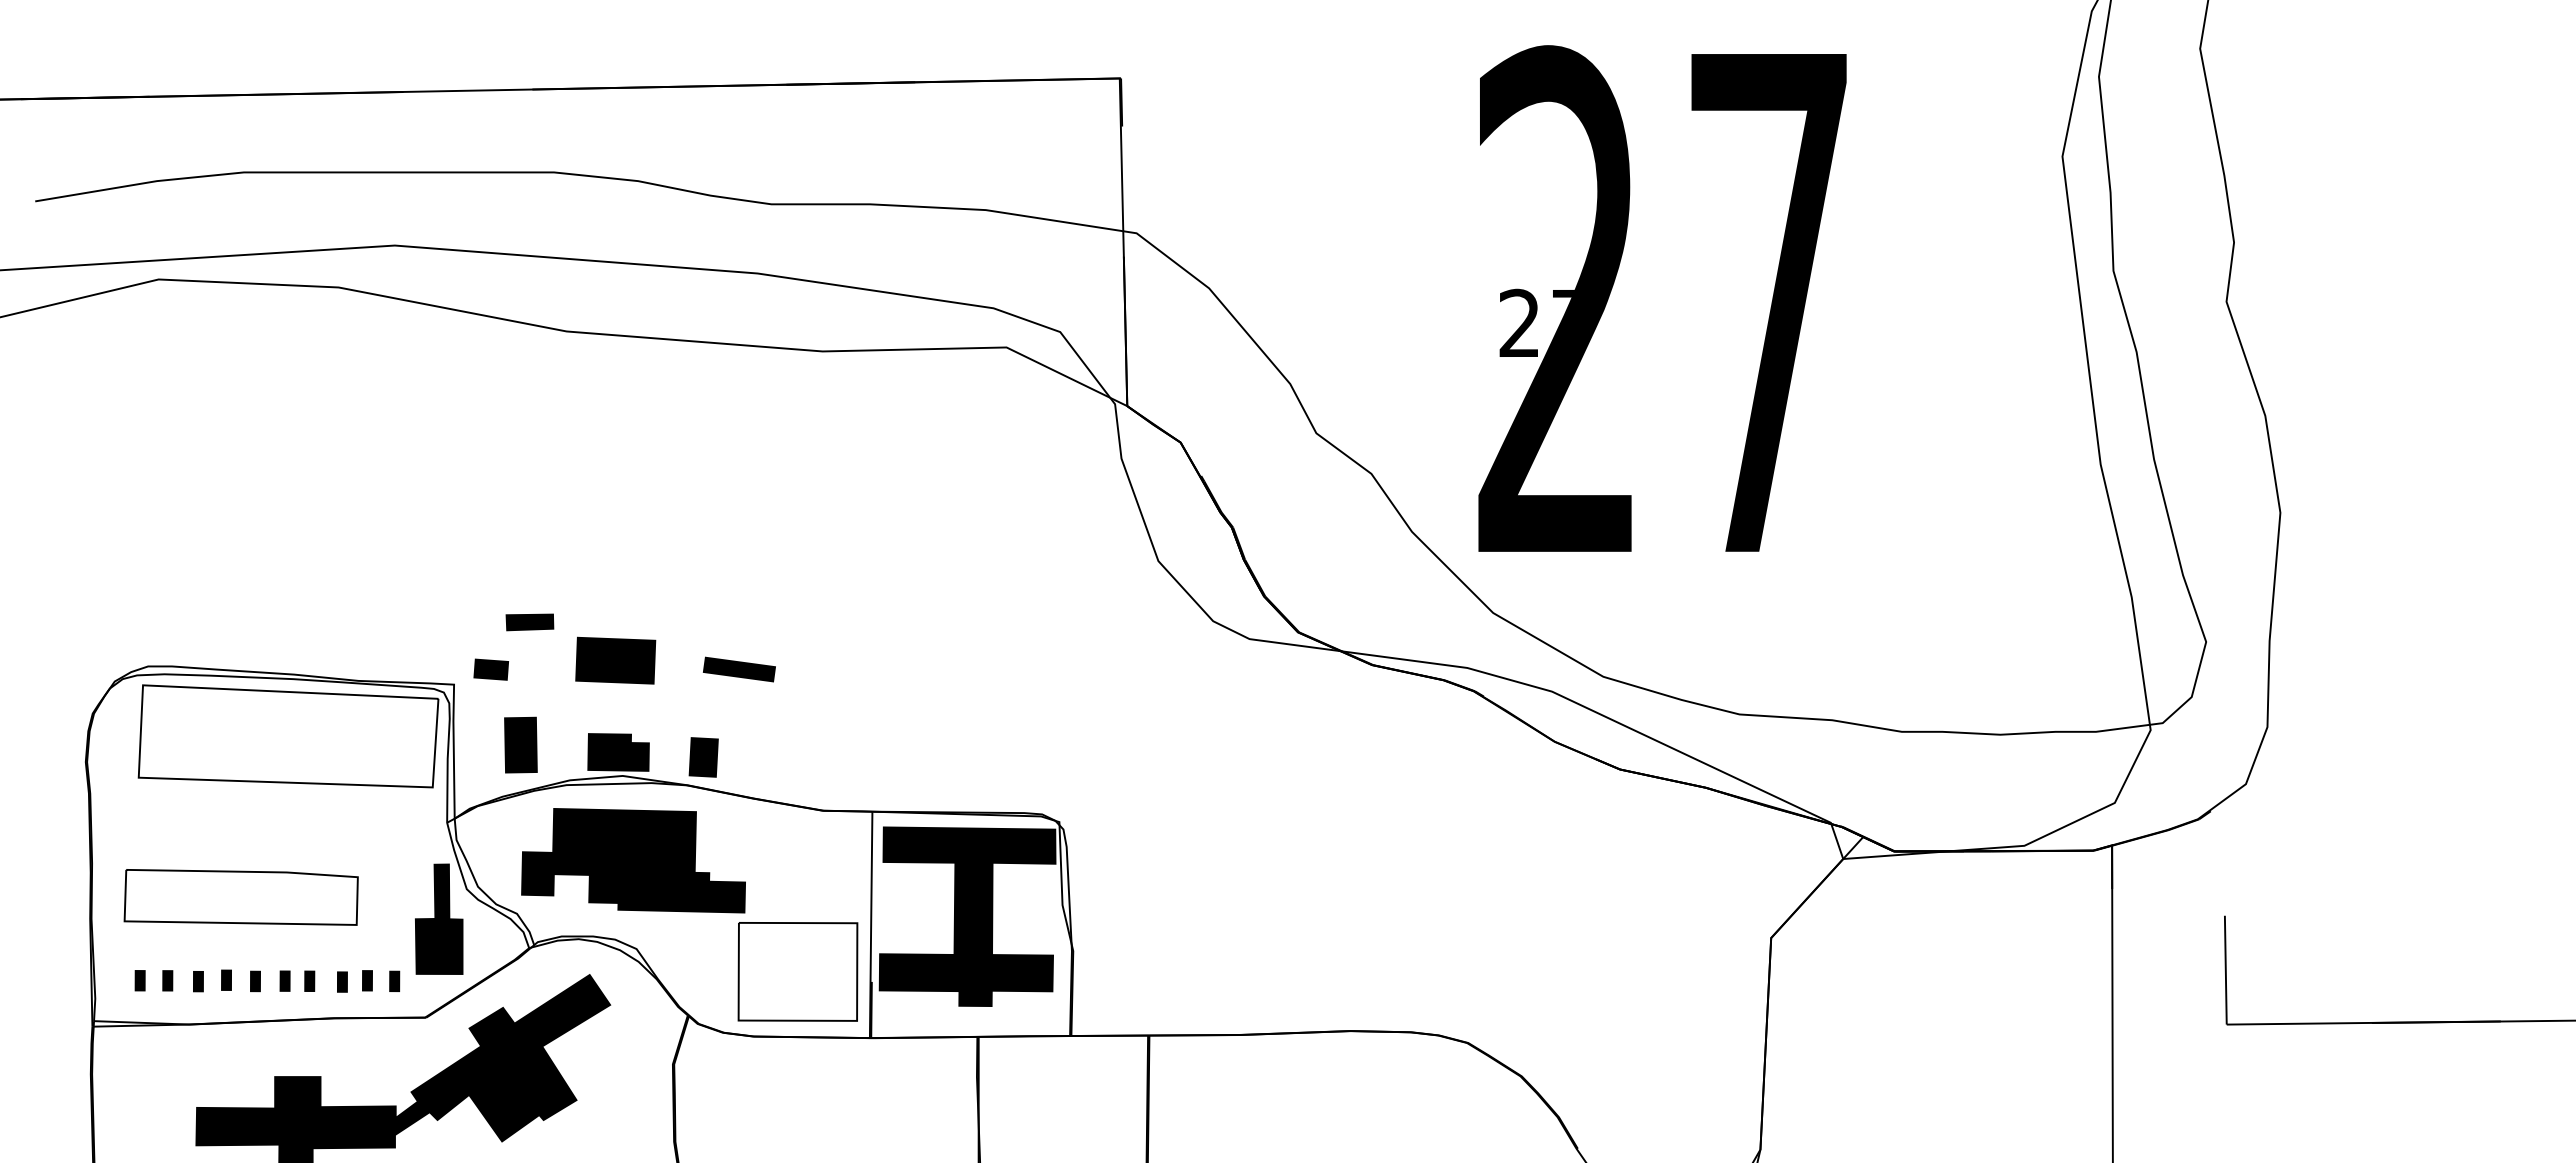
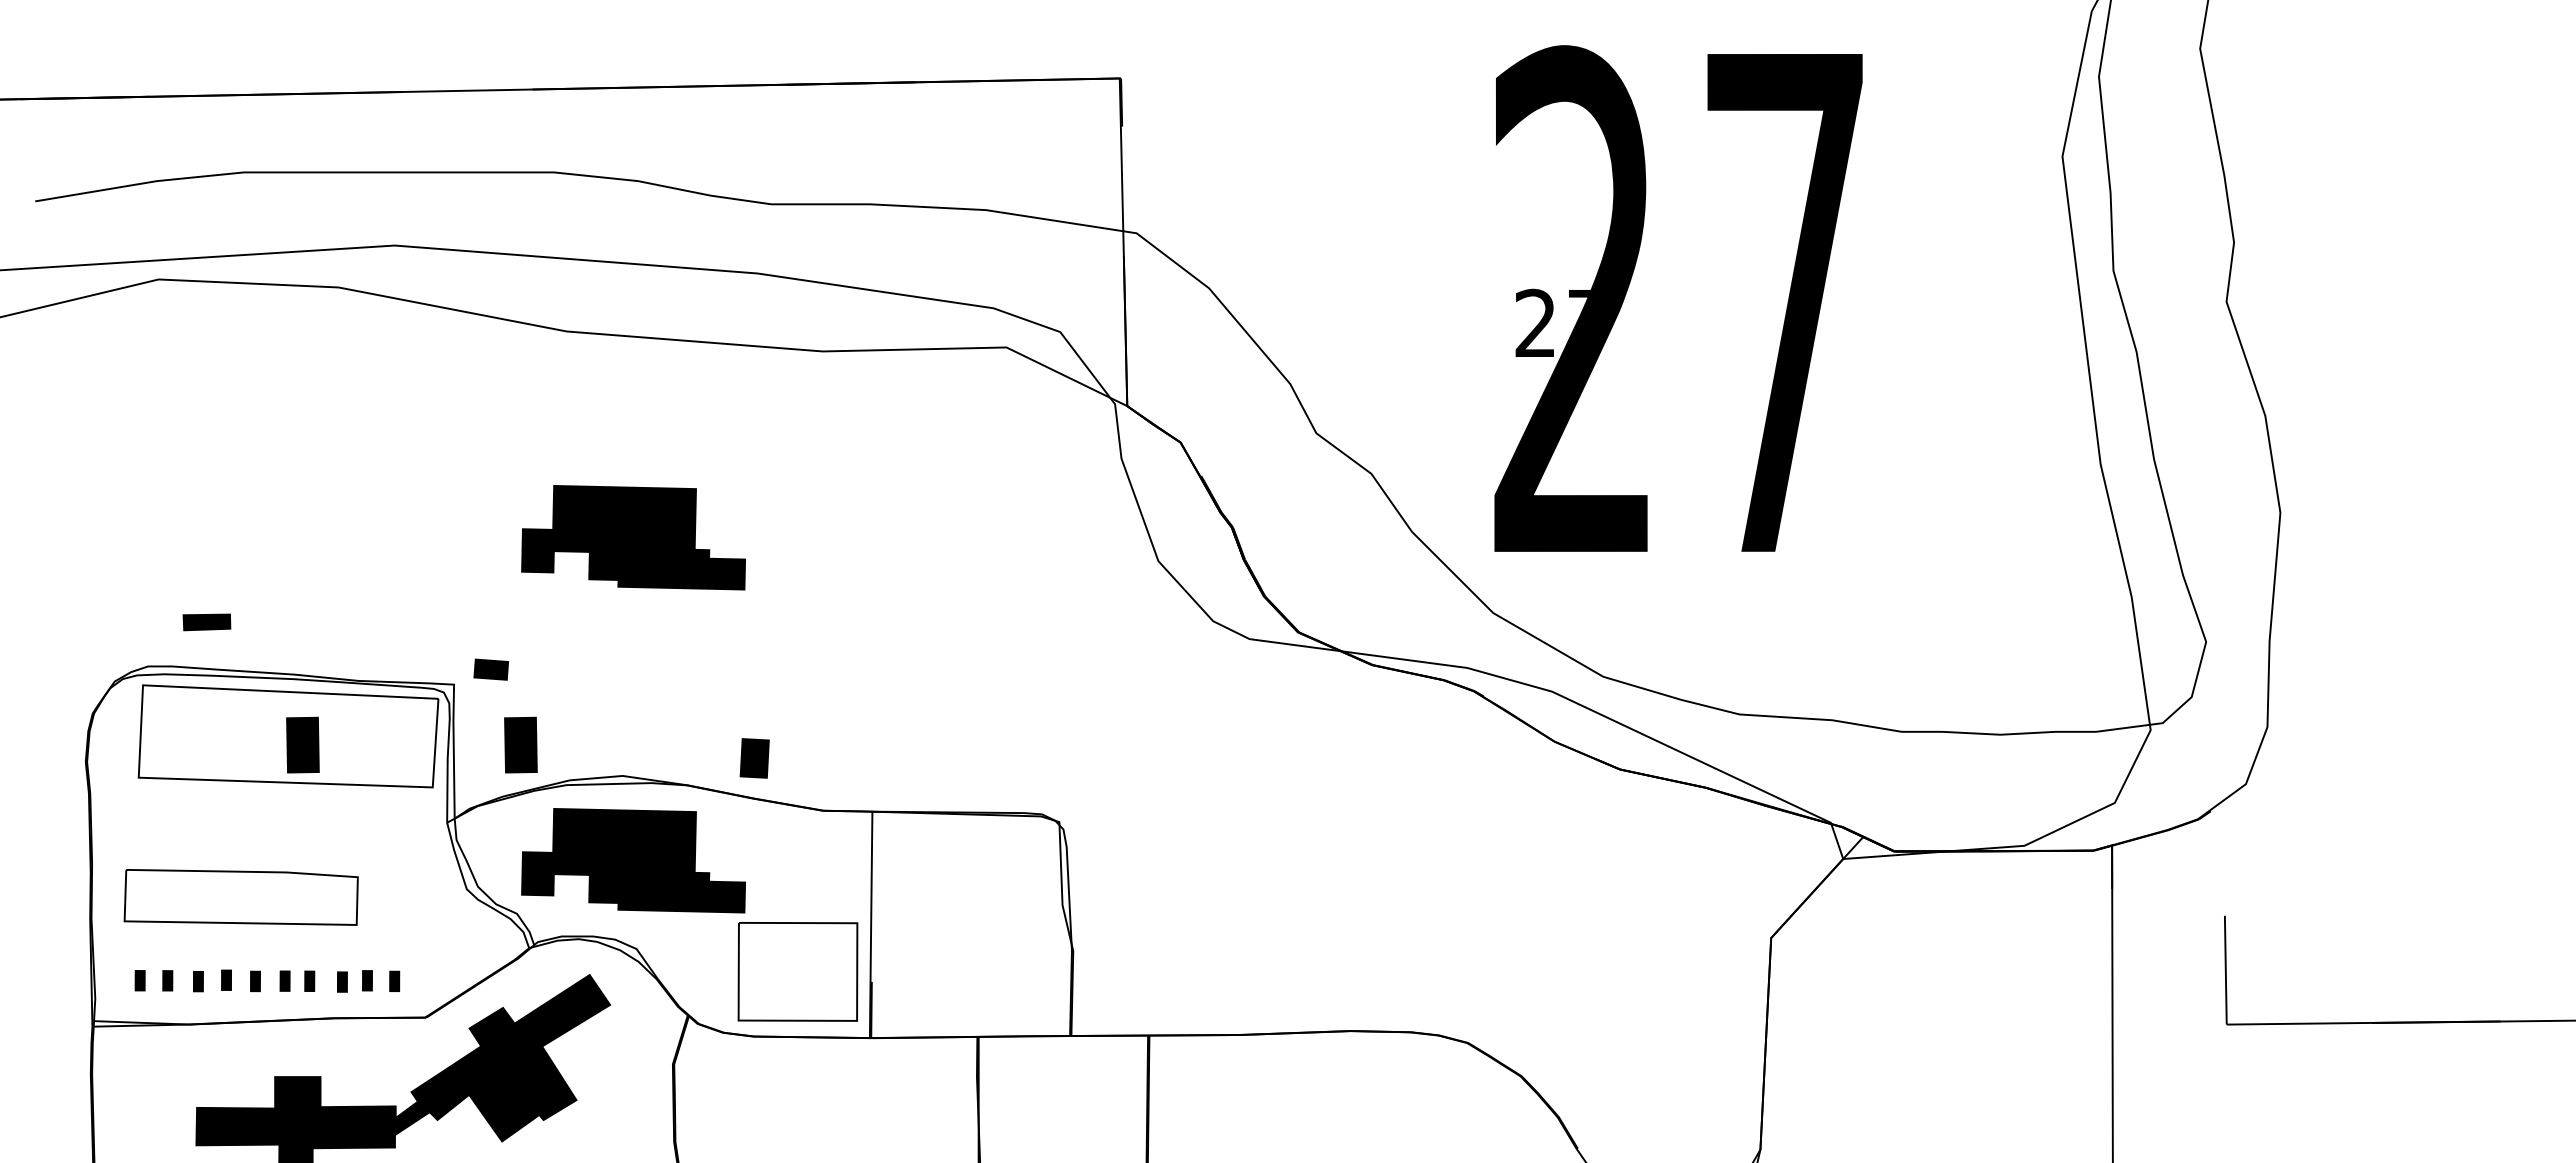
text at (1662, 298) position: (1662, 298) -> (1678, 298)
part at (633, 537): none -> present
part at (529, 622) position: (529, 622) -> (206, 622)
part at (615, 660): present -> none
part at (738, 669): present -> none
part at (302, 744): none -> present
fill at (618, 752): present -> none
part at (703, 757) position: (703, 757) -> (754, 758)
fill at (967, 916): present -> none
fill at (438, 918): present -> none
